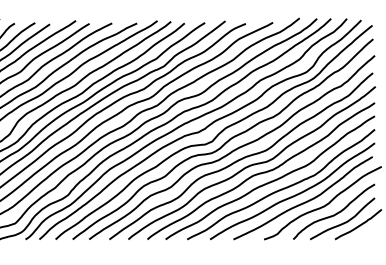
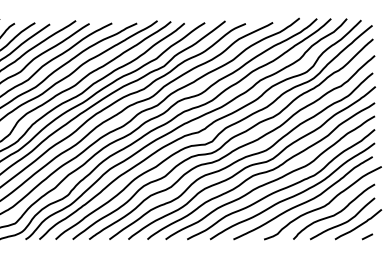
line at (367, 236): none -> present
